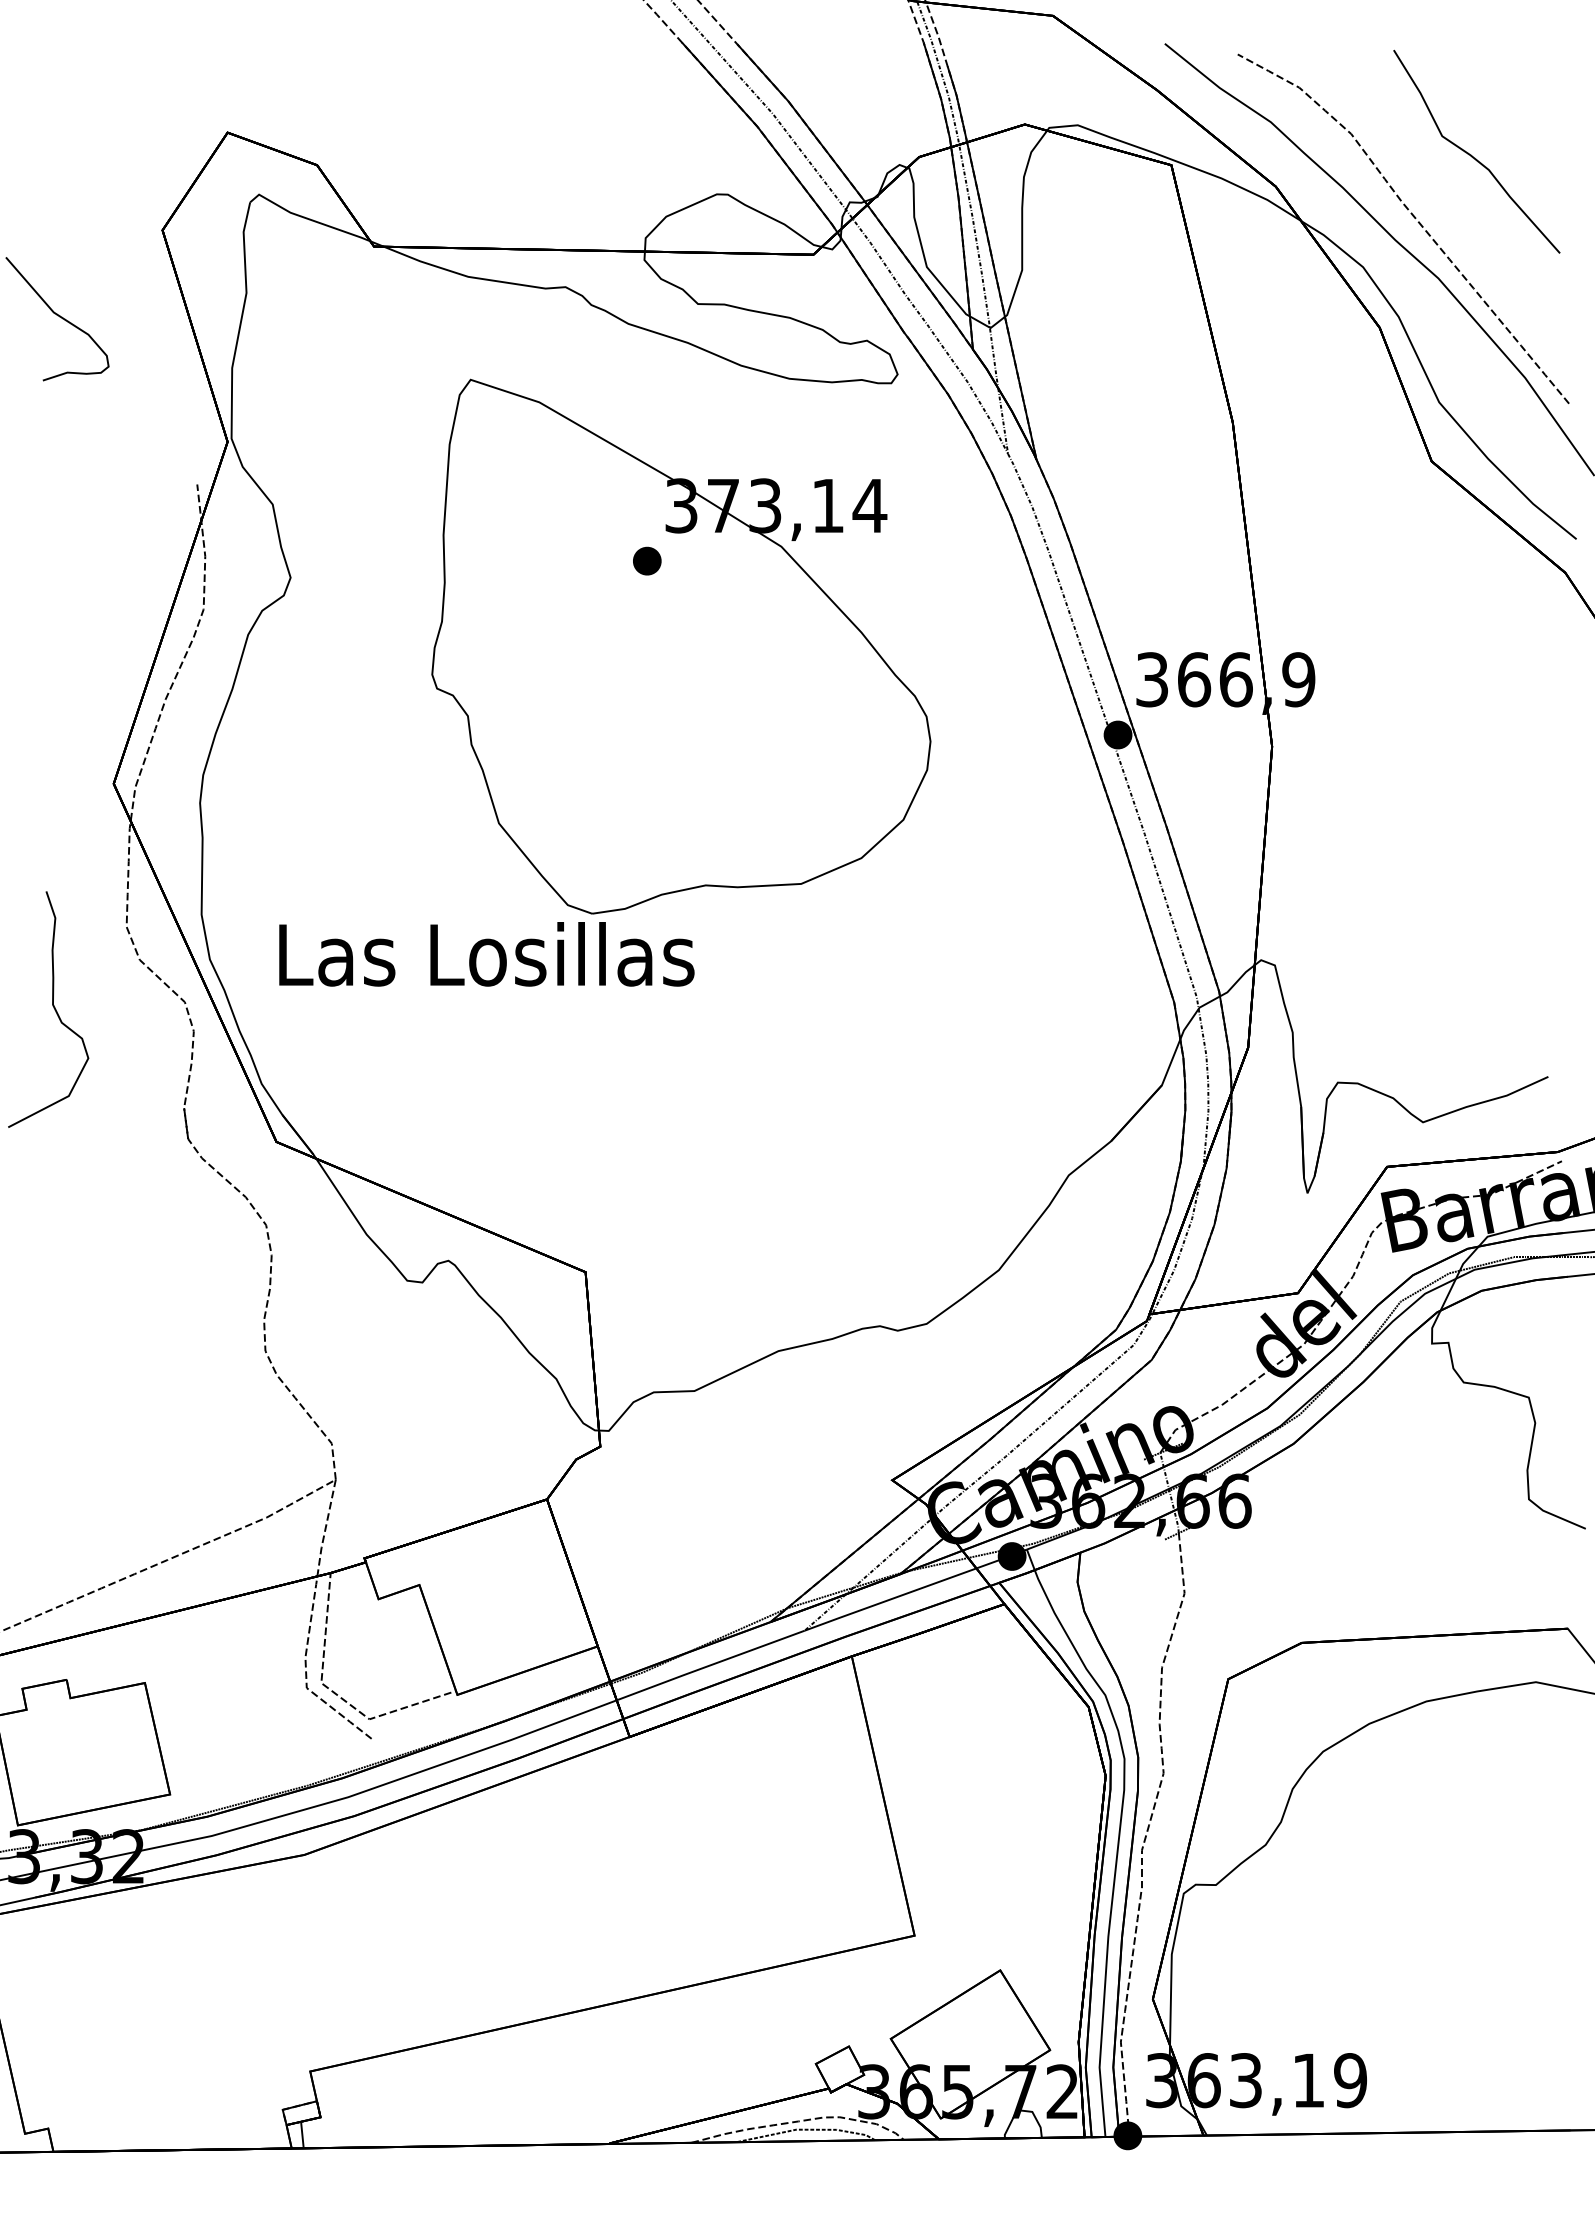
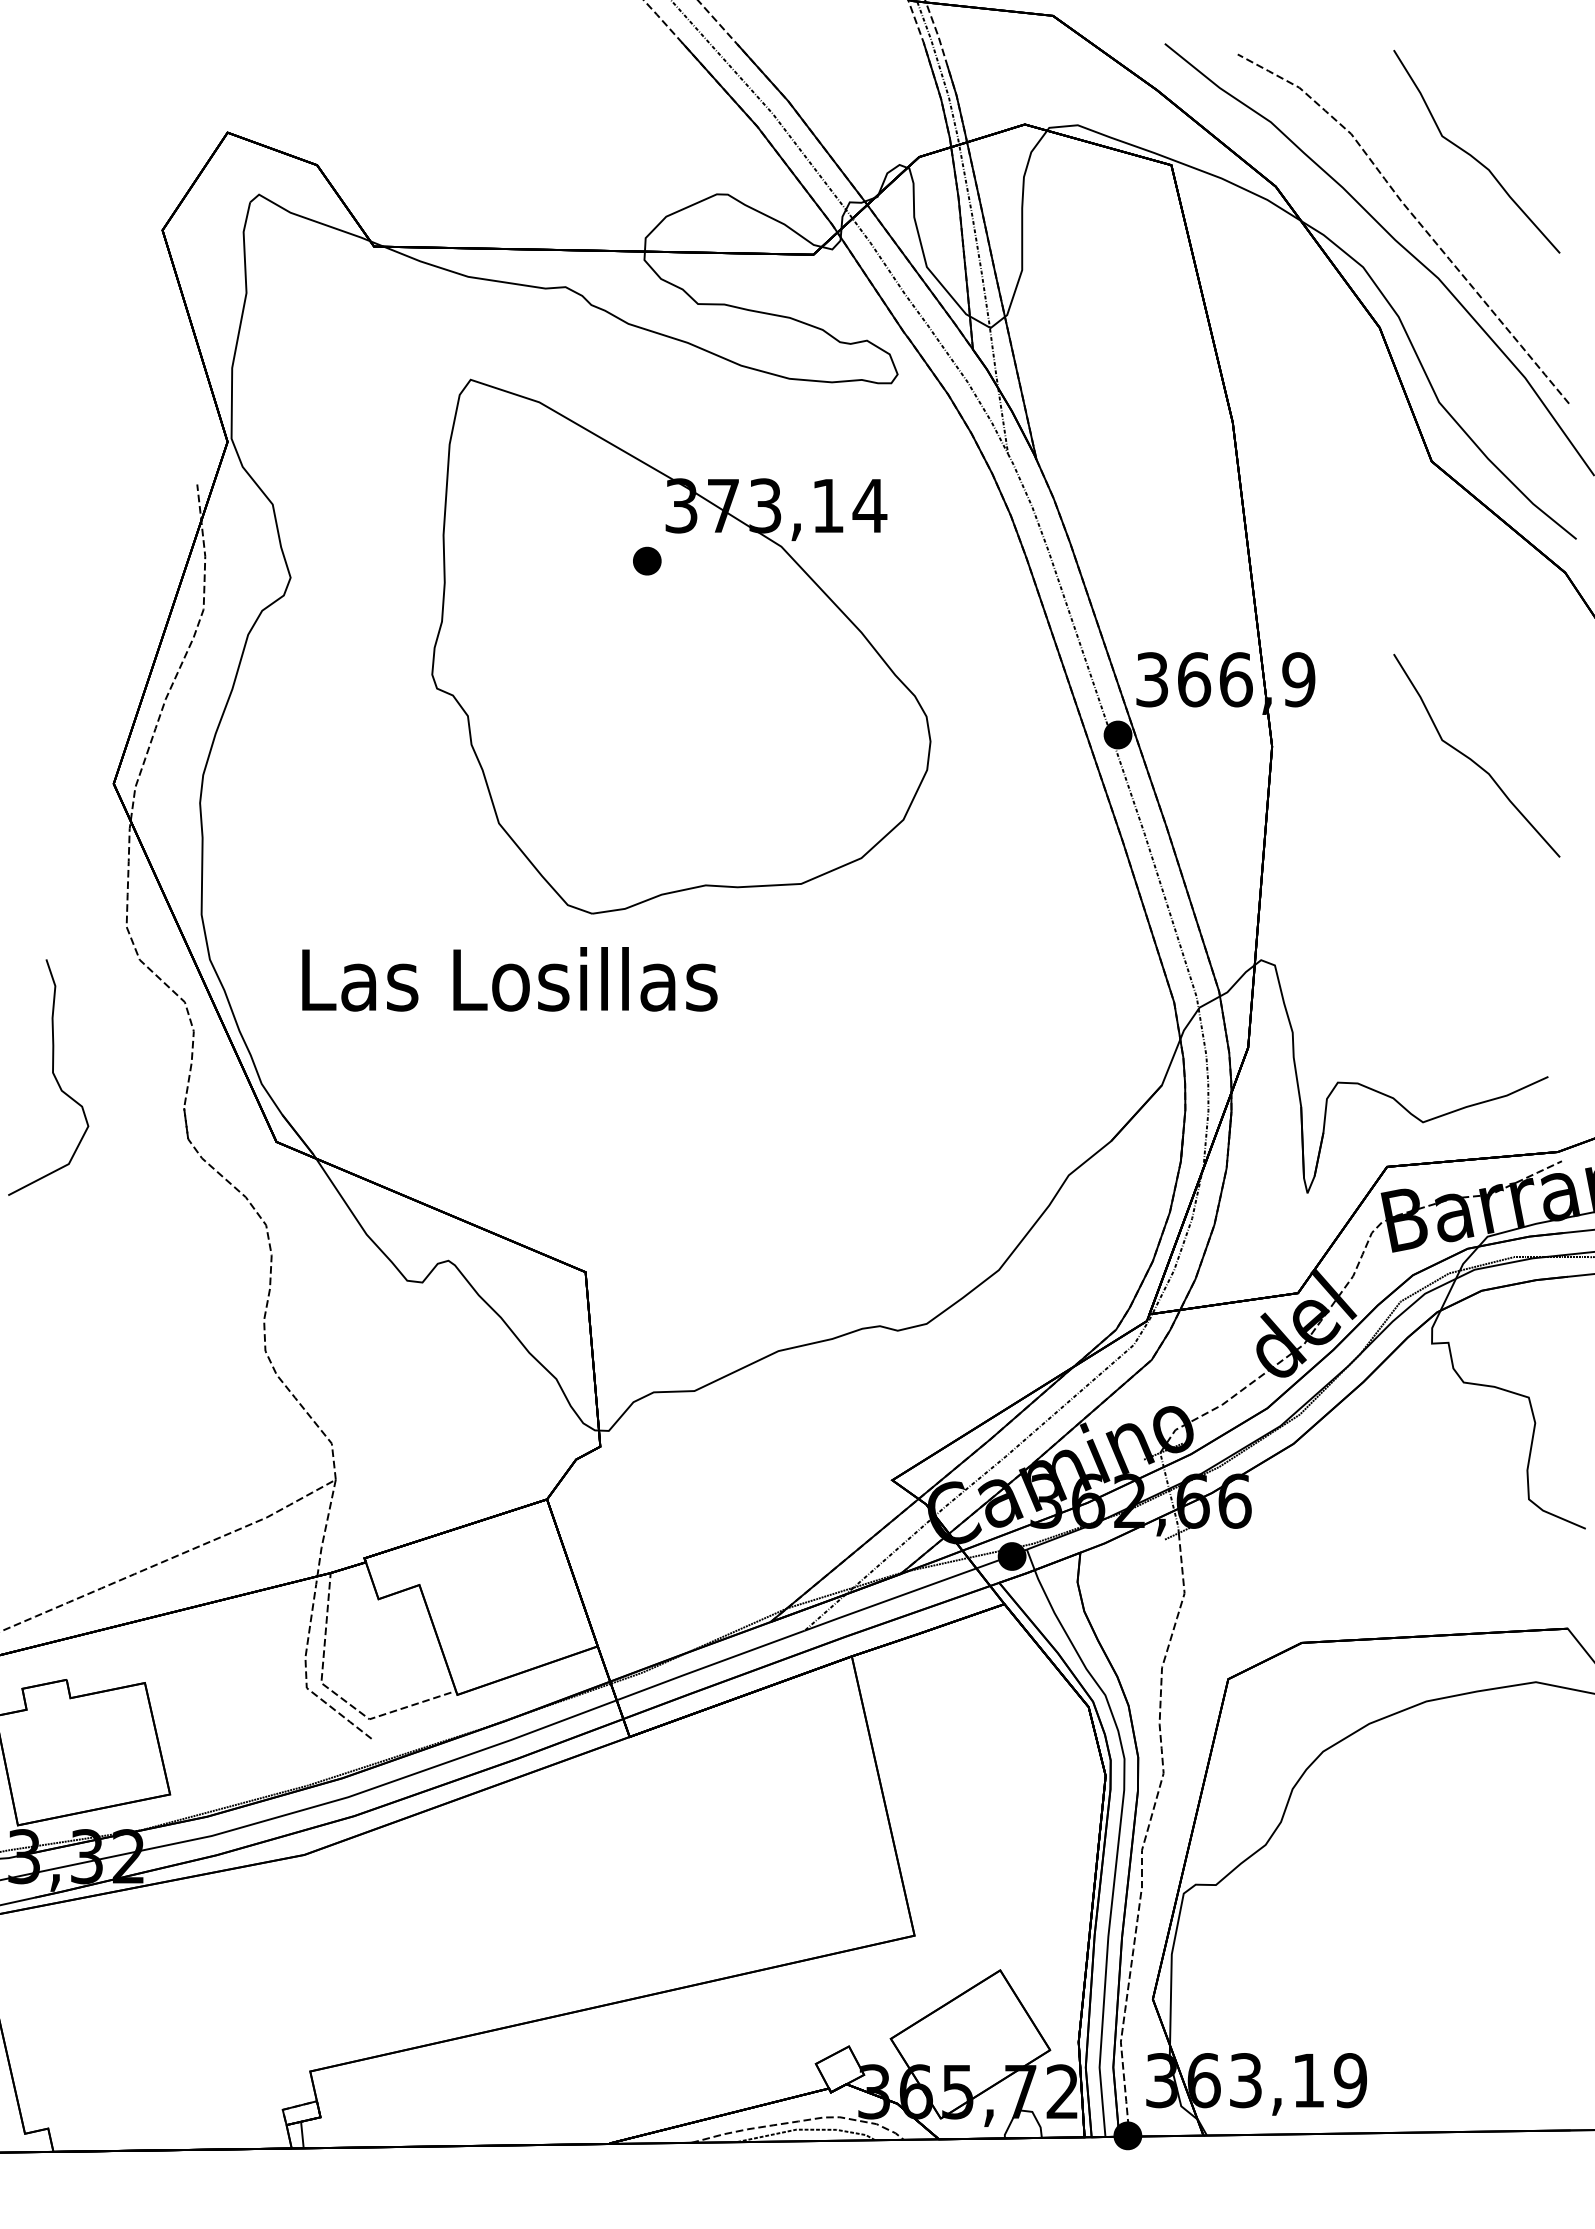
curve at (59, 317): present -> none
curve at (1472, 759): none -> present
text at (486, 954) position: (486, 954) -> (509, 979)
curve at (52, 1006) position: (52, 1006) -> (52, 1074)
